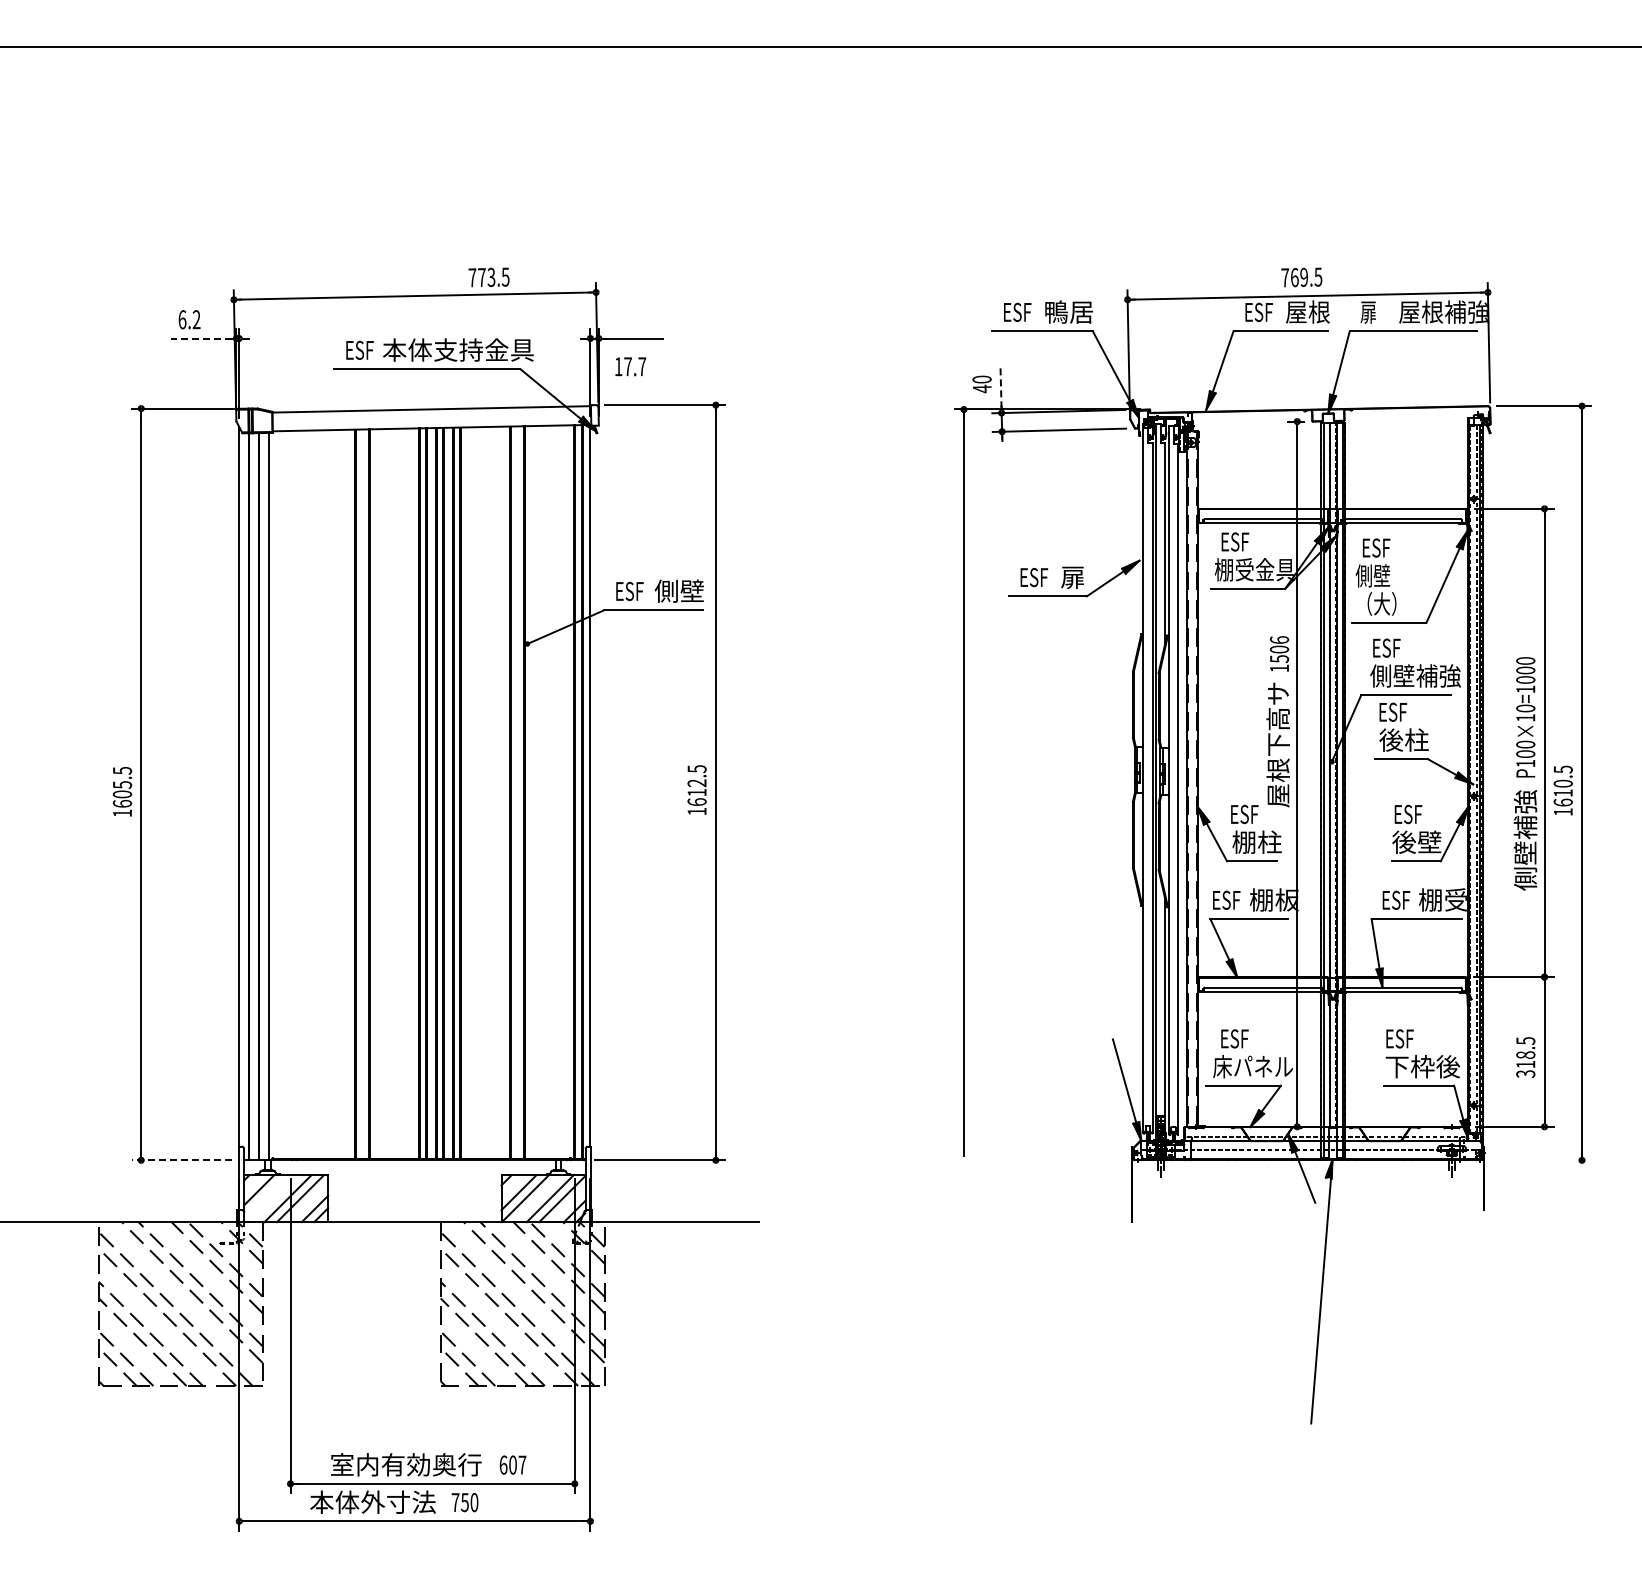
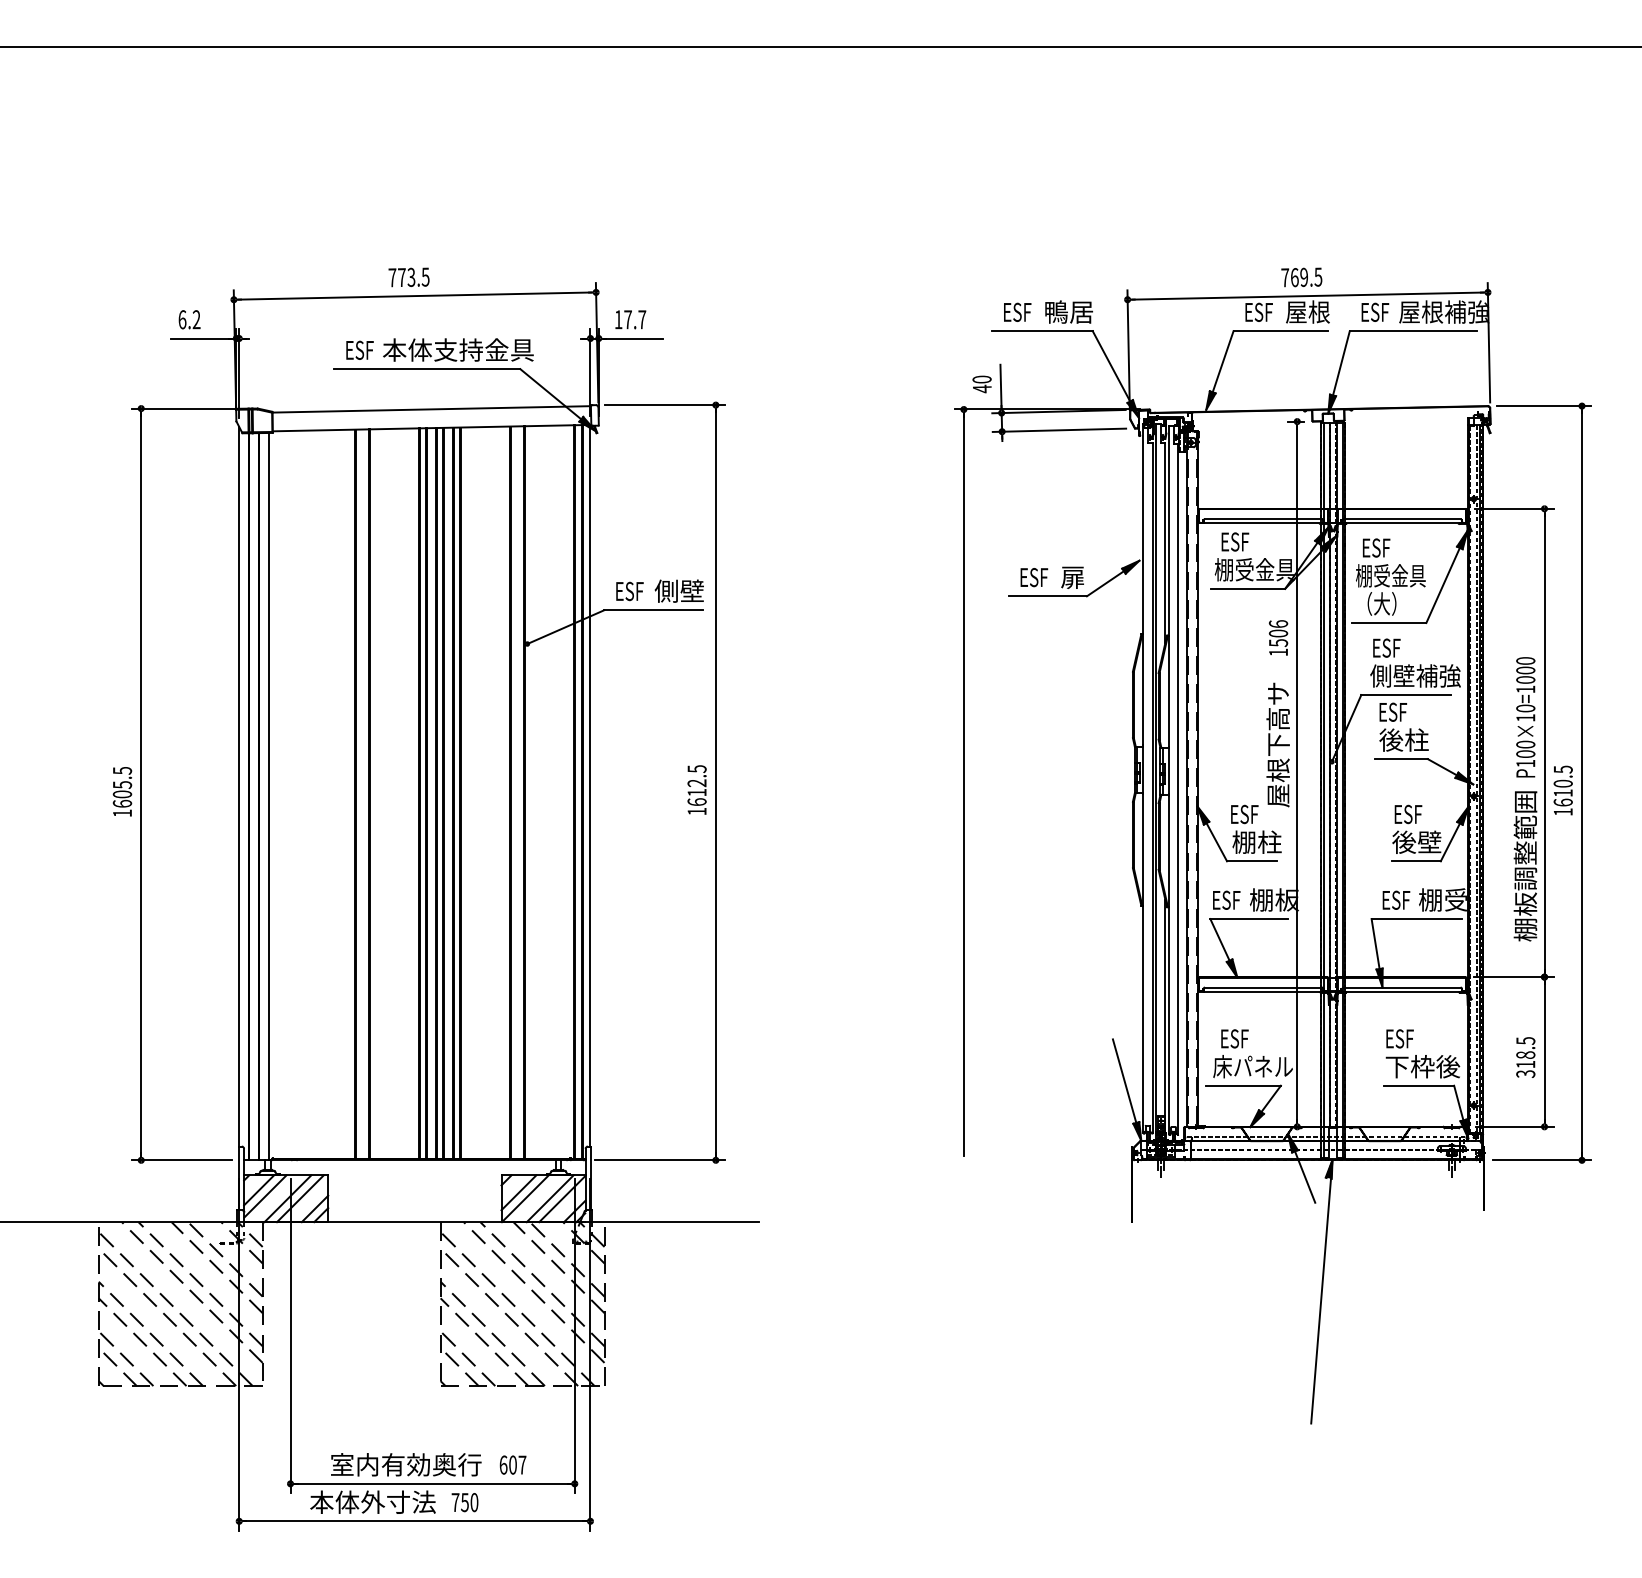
text at (488, 277) position: (488, 277) -> (408, 277)
text at (1374, 312): 扉 -> ESF
line at (200, 338): dashed -> solid
text at (630, 366) position: (630, 366) -> (630, 319)
line at (1001, 386): dashed -> solid
text at (1390, 575): 側壁 -> 棚受金具
text at (1279, 653) position: (1279, 653) -> (1278, 637)
text at (1525, 865): 側壁補強 -> 棚板調整範囲
line at (181, 1160): dashed -> solid
line at (1542, 1160): none -> present
line at (265, 1196): none -> present
